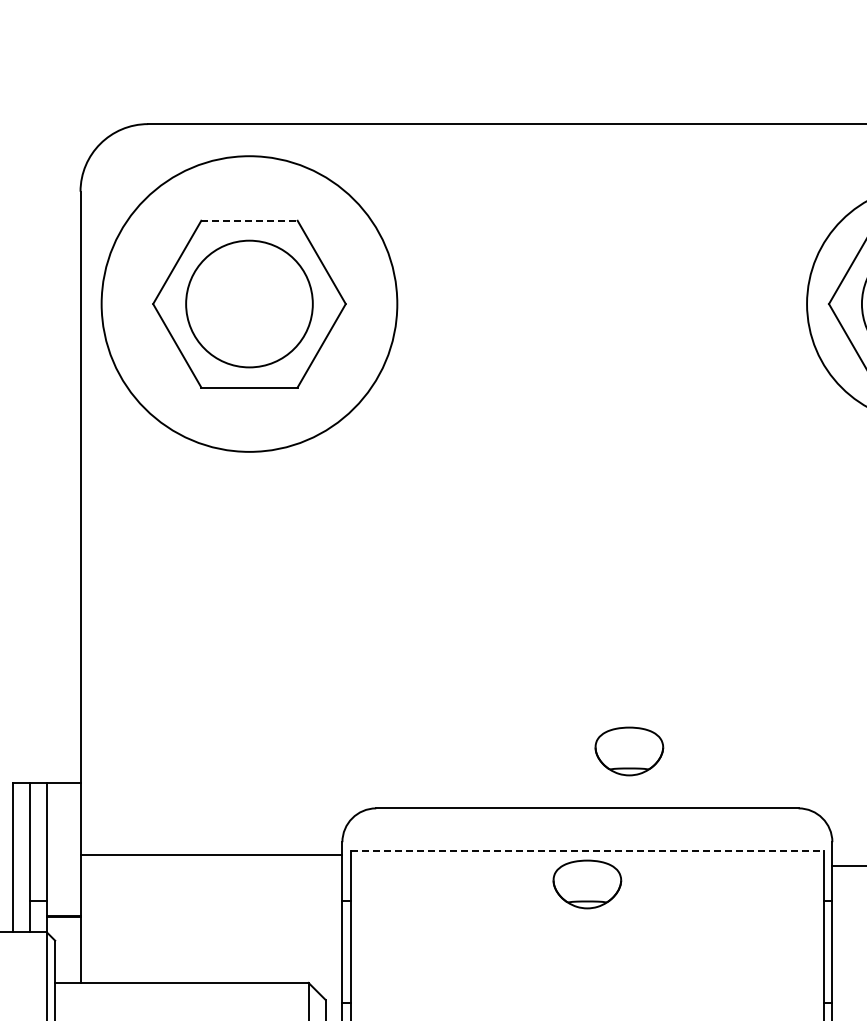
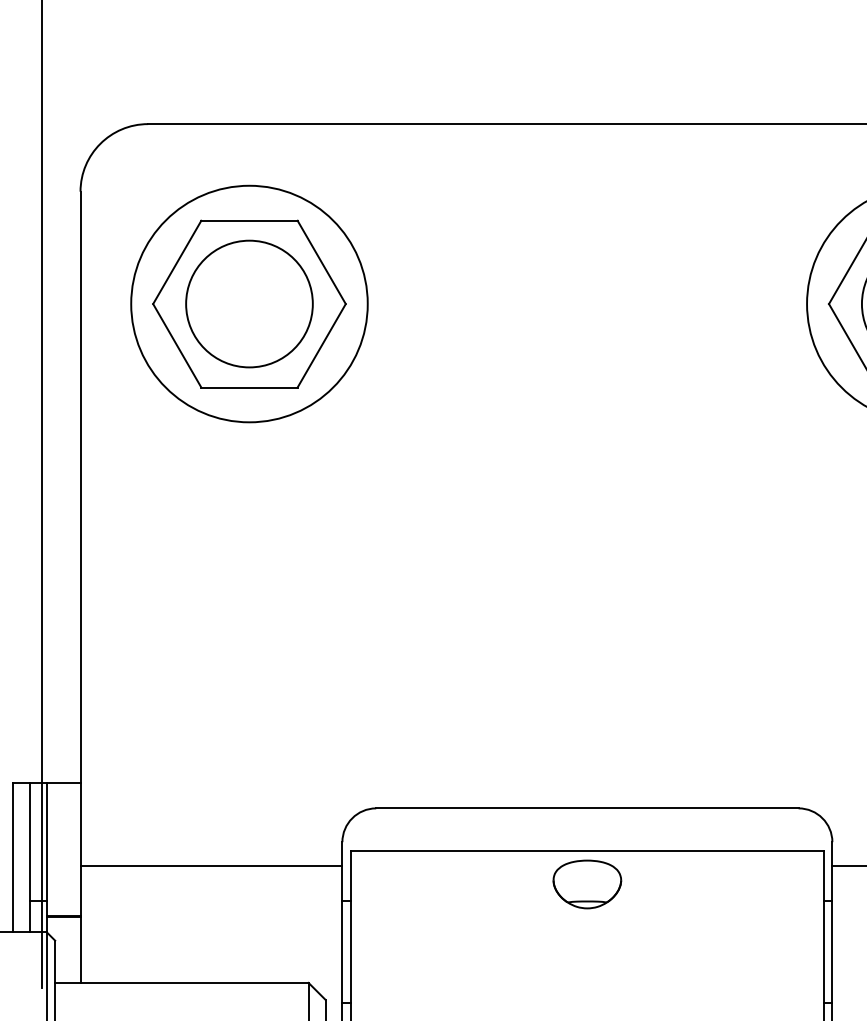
line at (249, 220): dashed -> solid
circle at (249, 303) diameter: 296 px -> 237 px
line at (41, 495): none -> present
part at (629, 751): present -> none
line at (587, 850): dashed -> solid
line at (211, 854) position: (211, 854) -> (211, 865)
